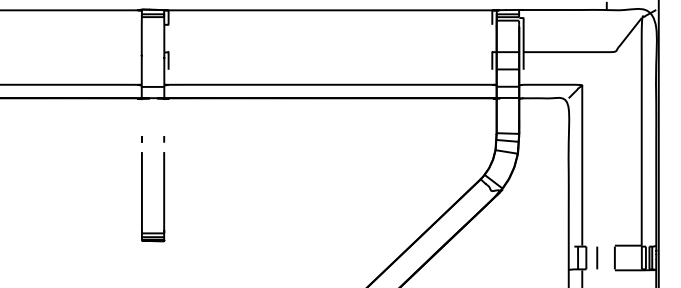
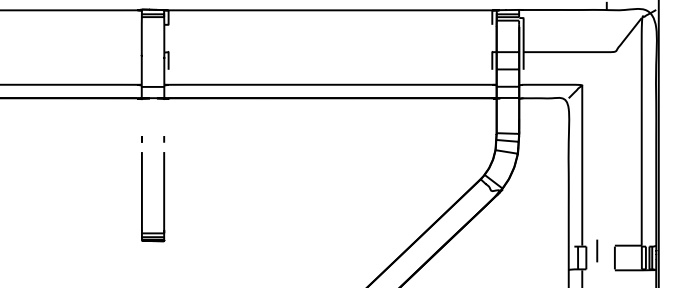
line at (597, 257) position: (597, 257) -> (597, 250)
